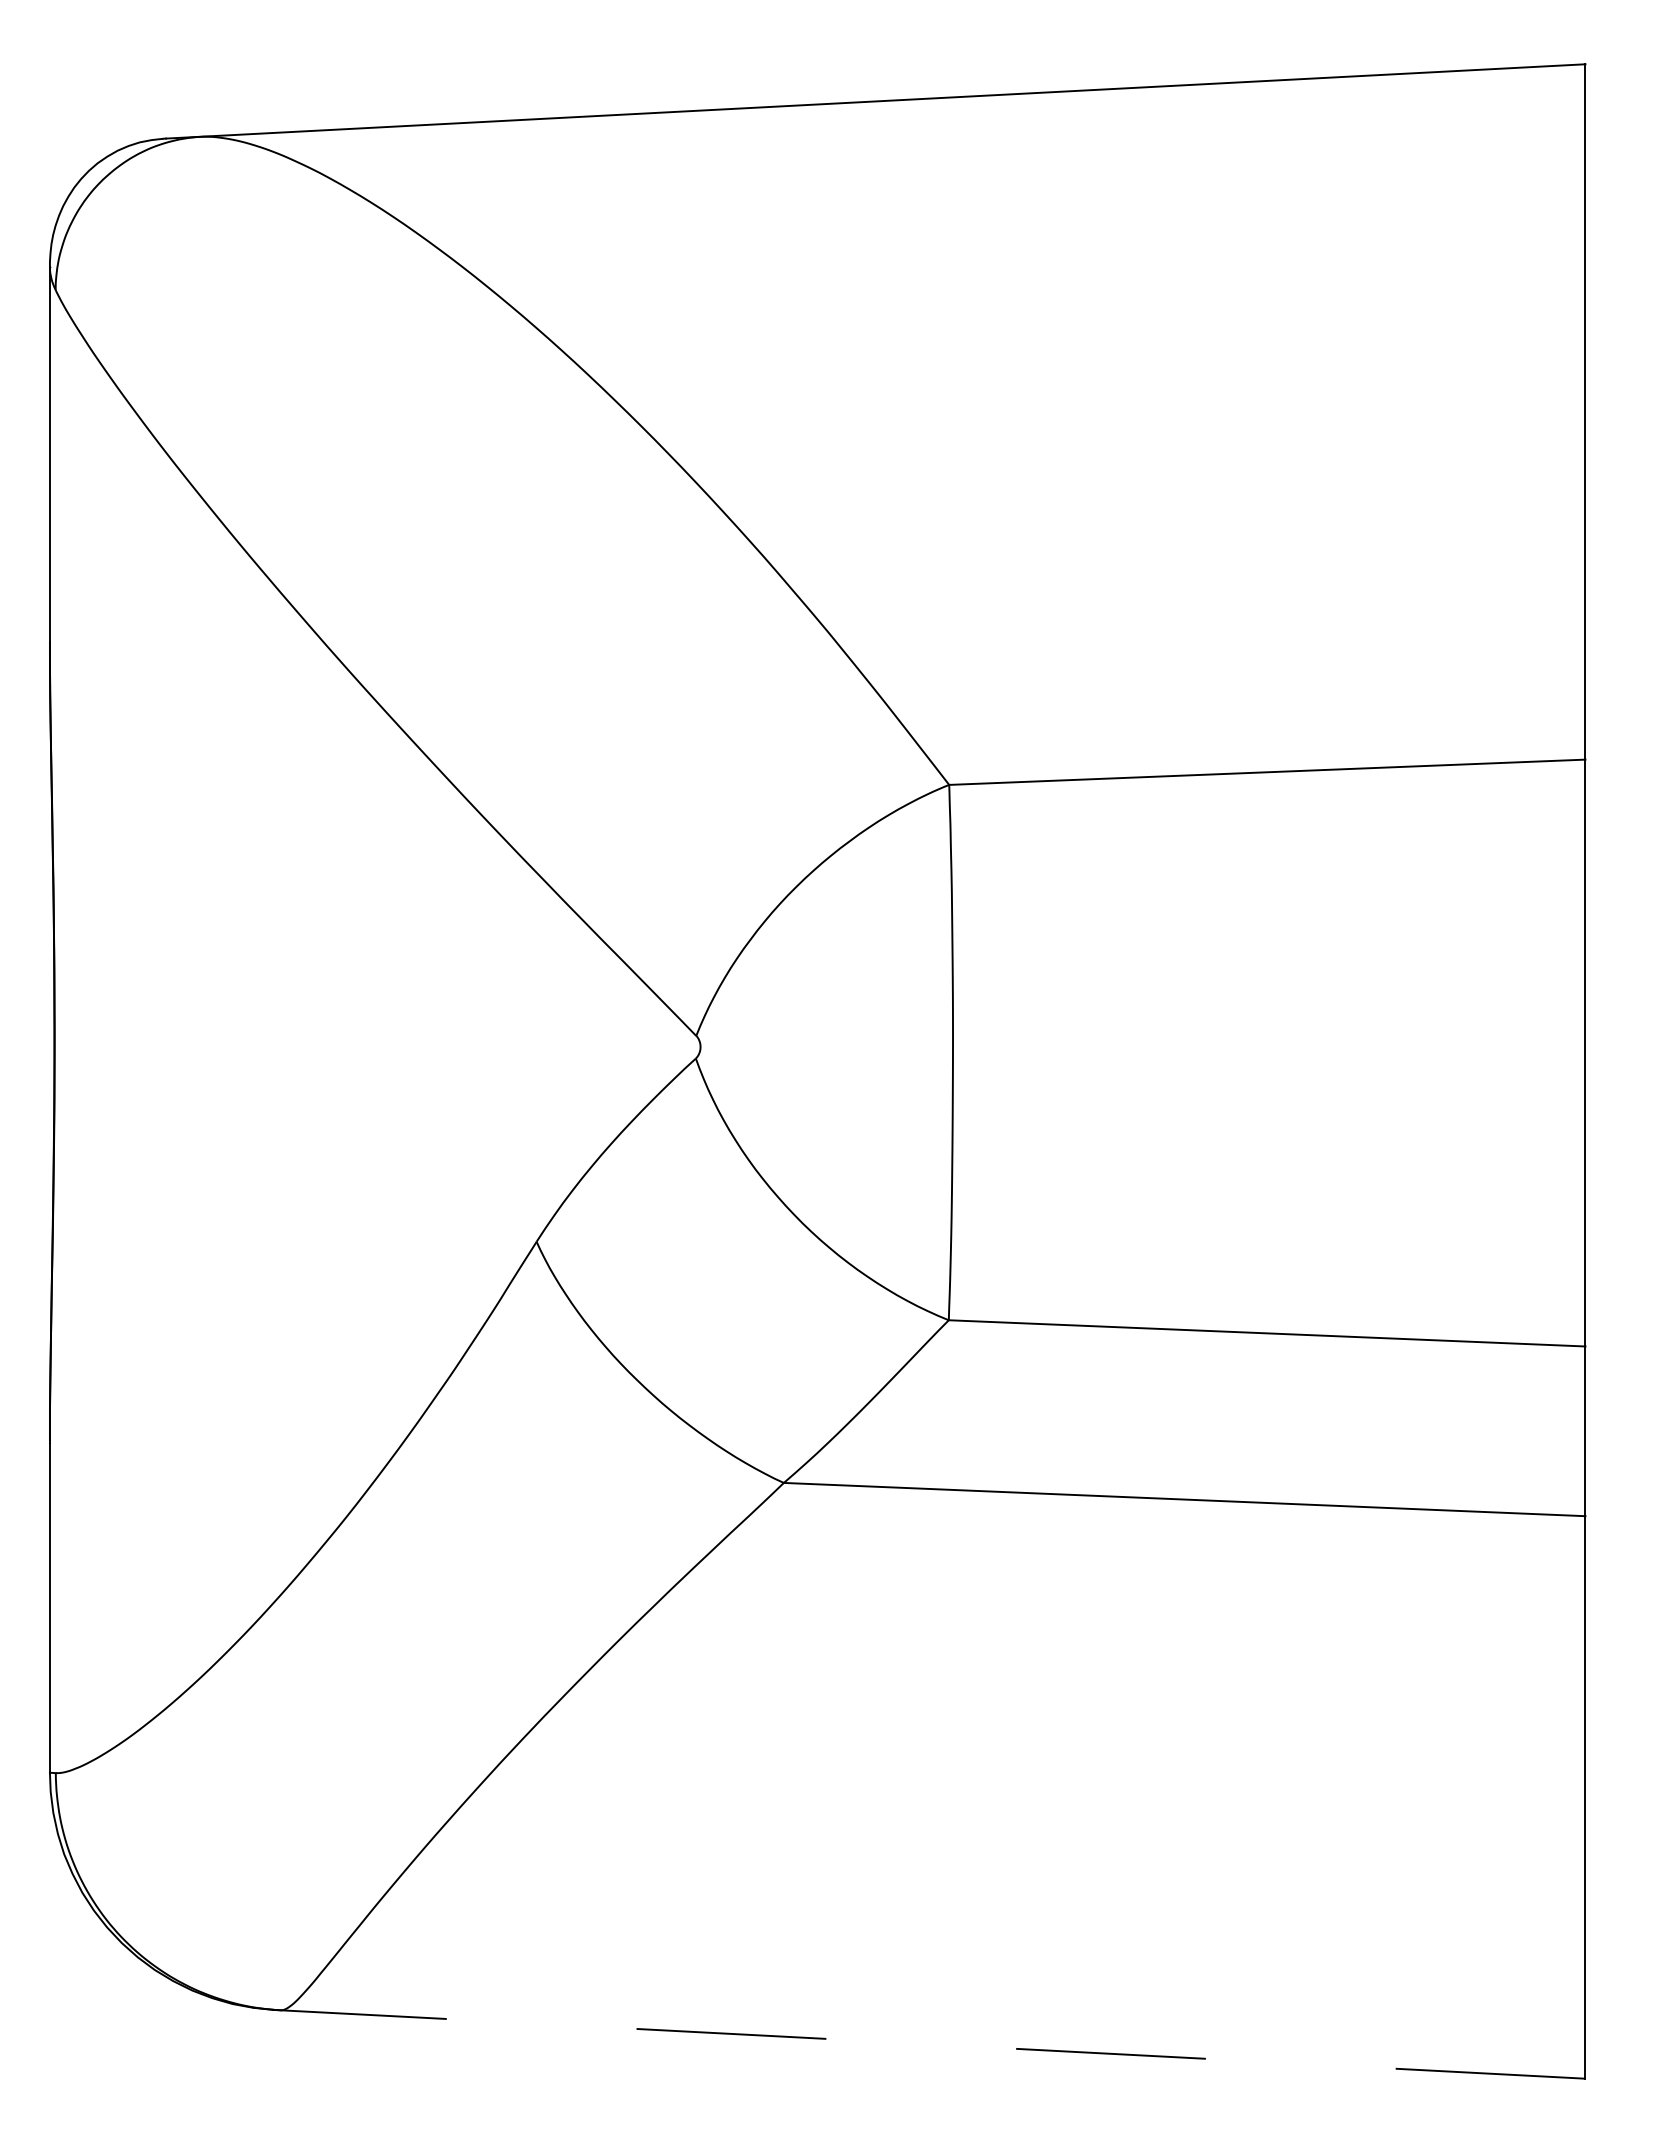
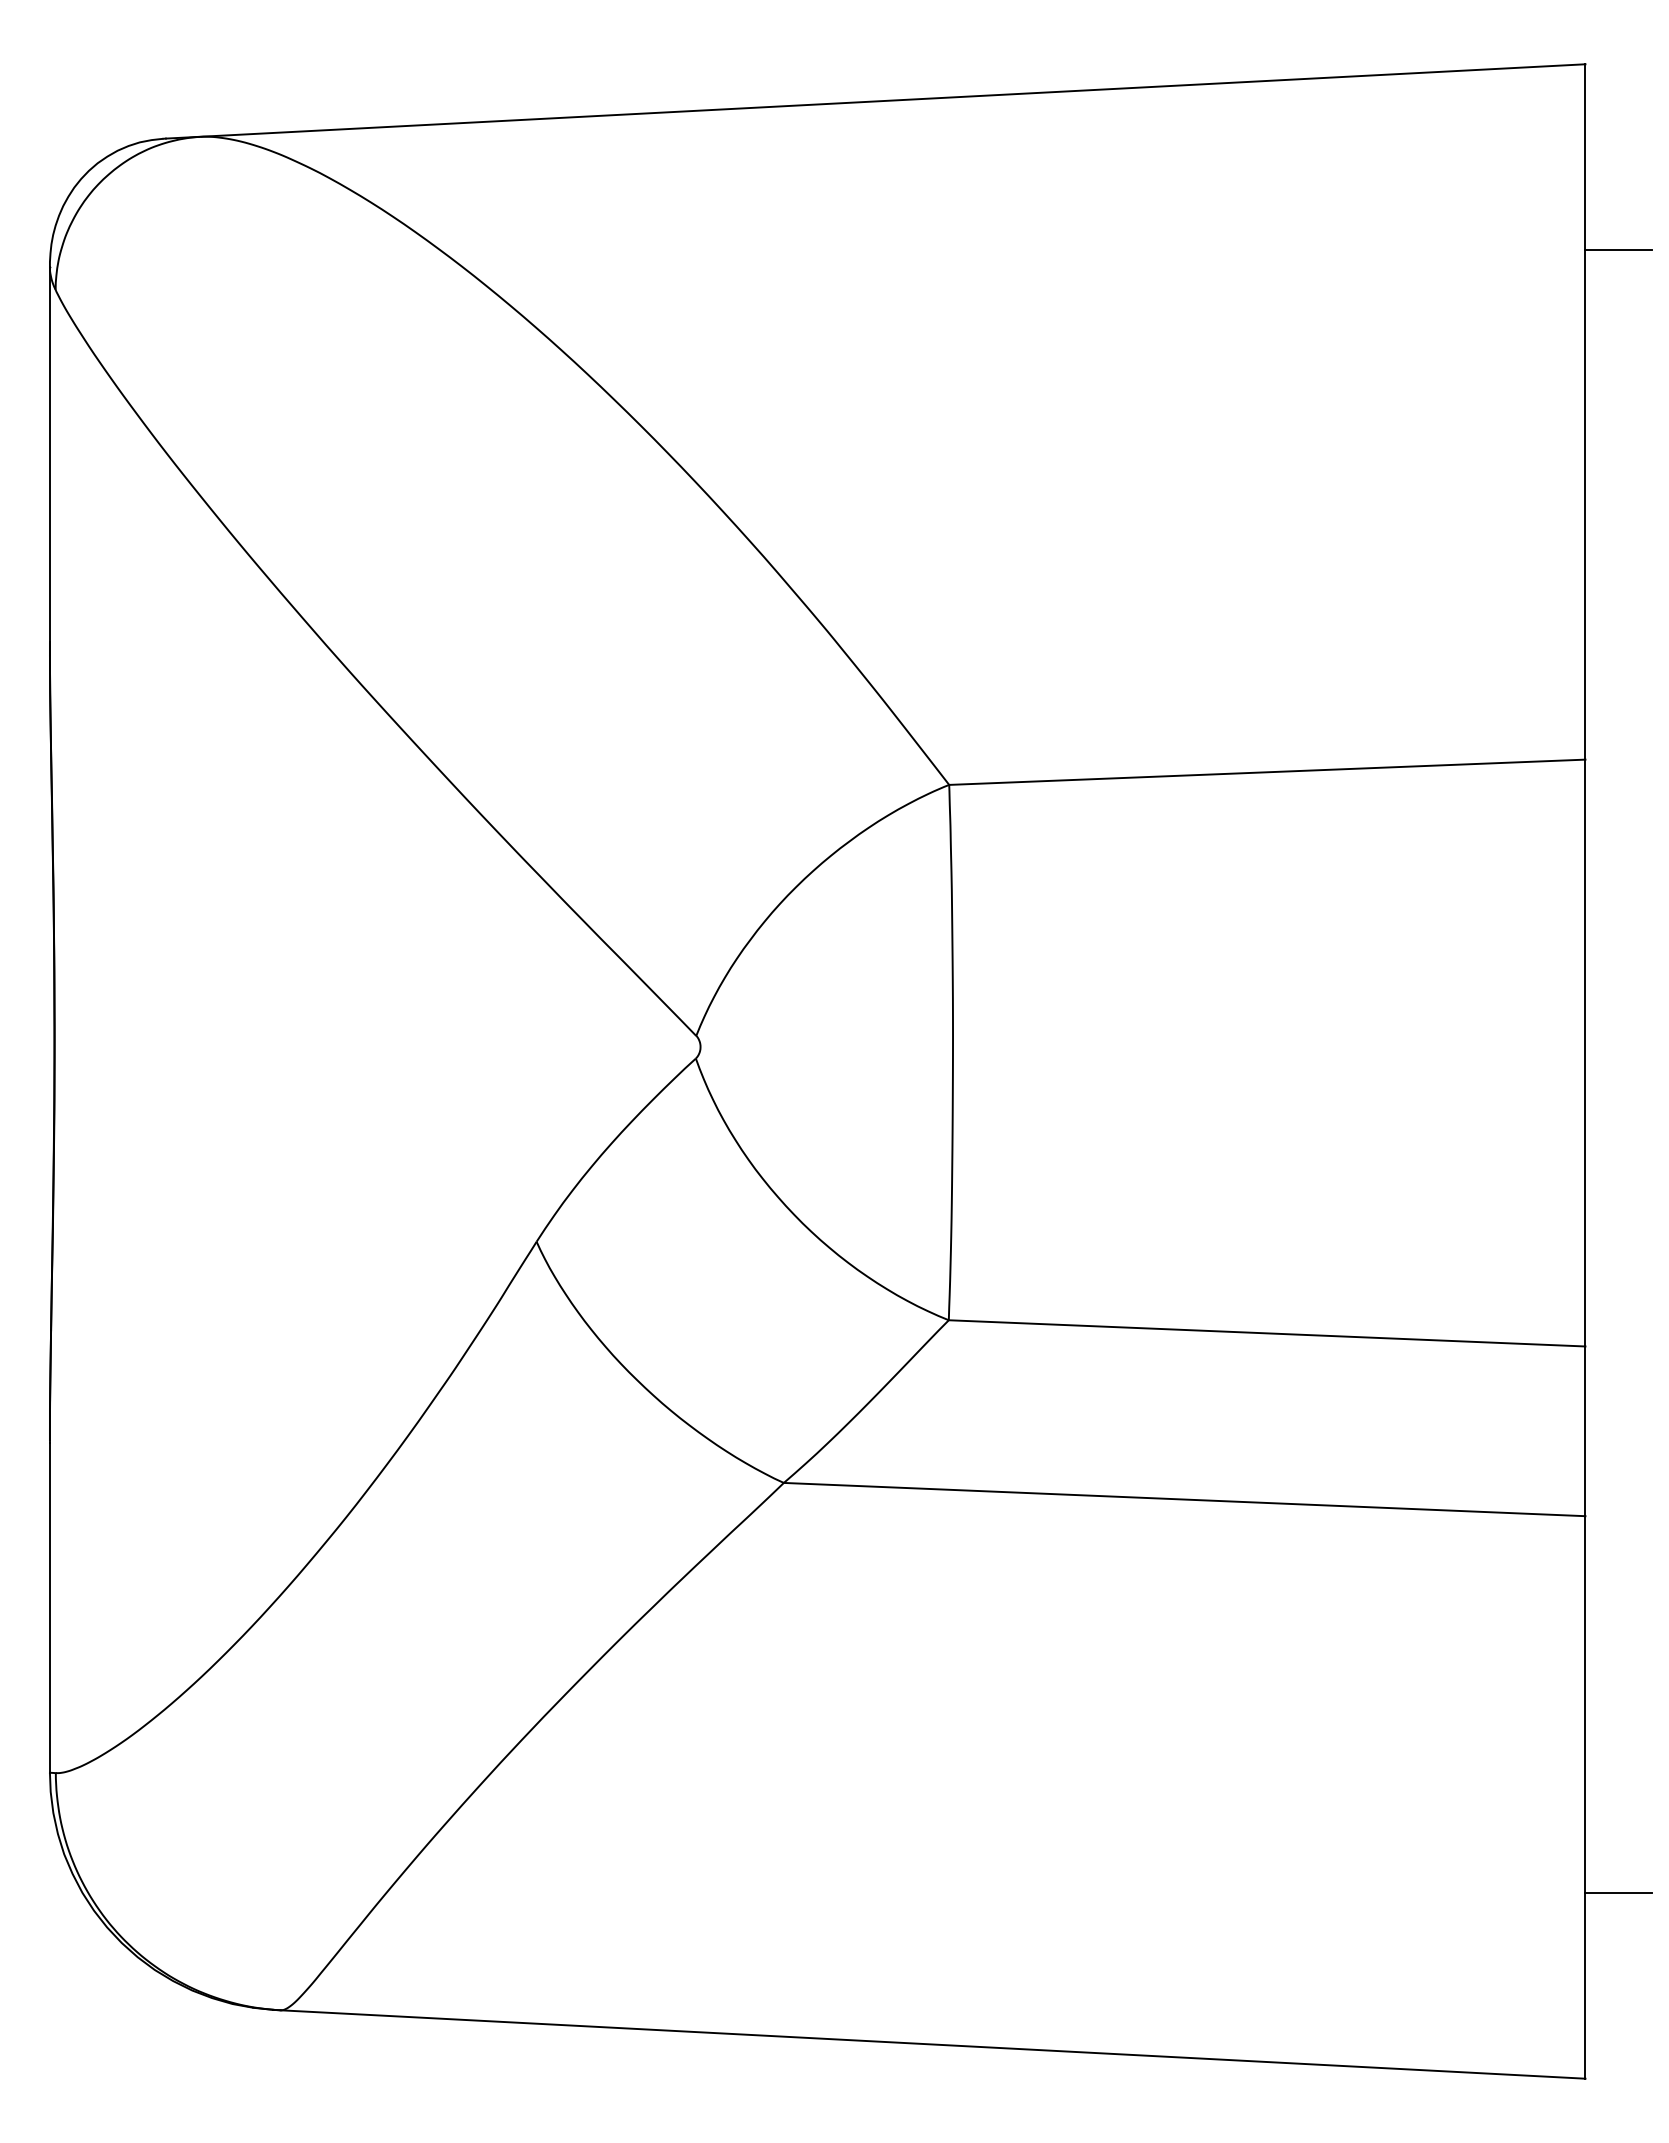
line at (1618, 249): none -> present
line at (1618, 1893): none -> present
line at (932, 2044): dashed -> solid
